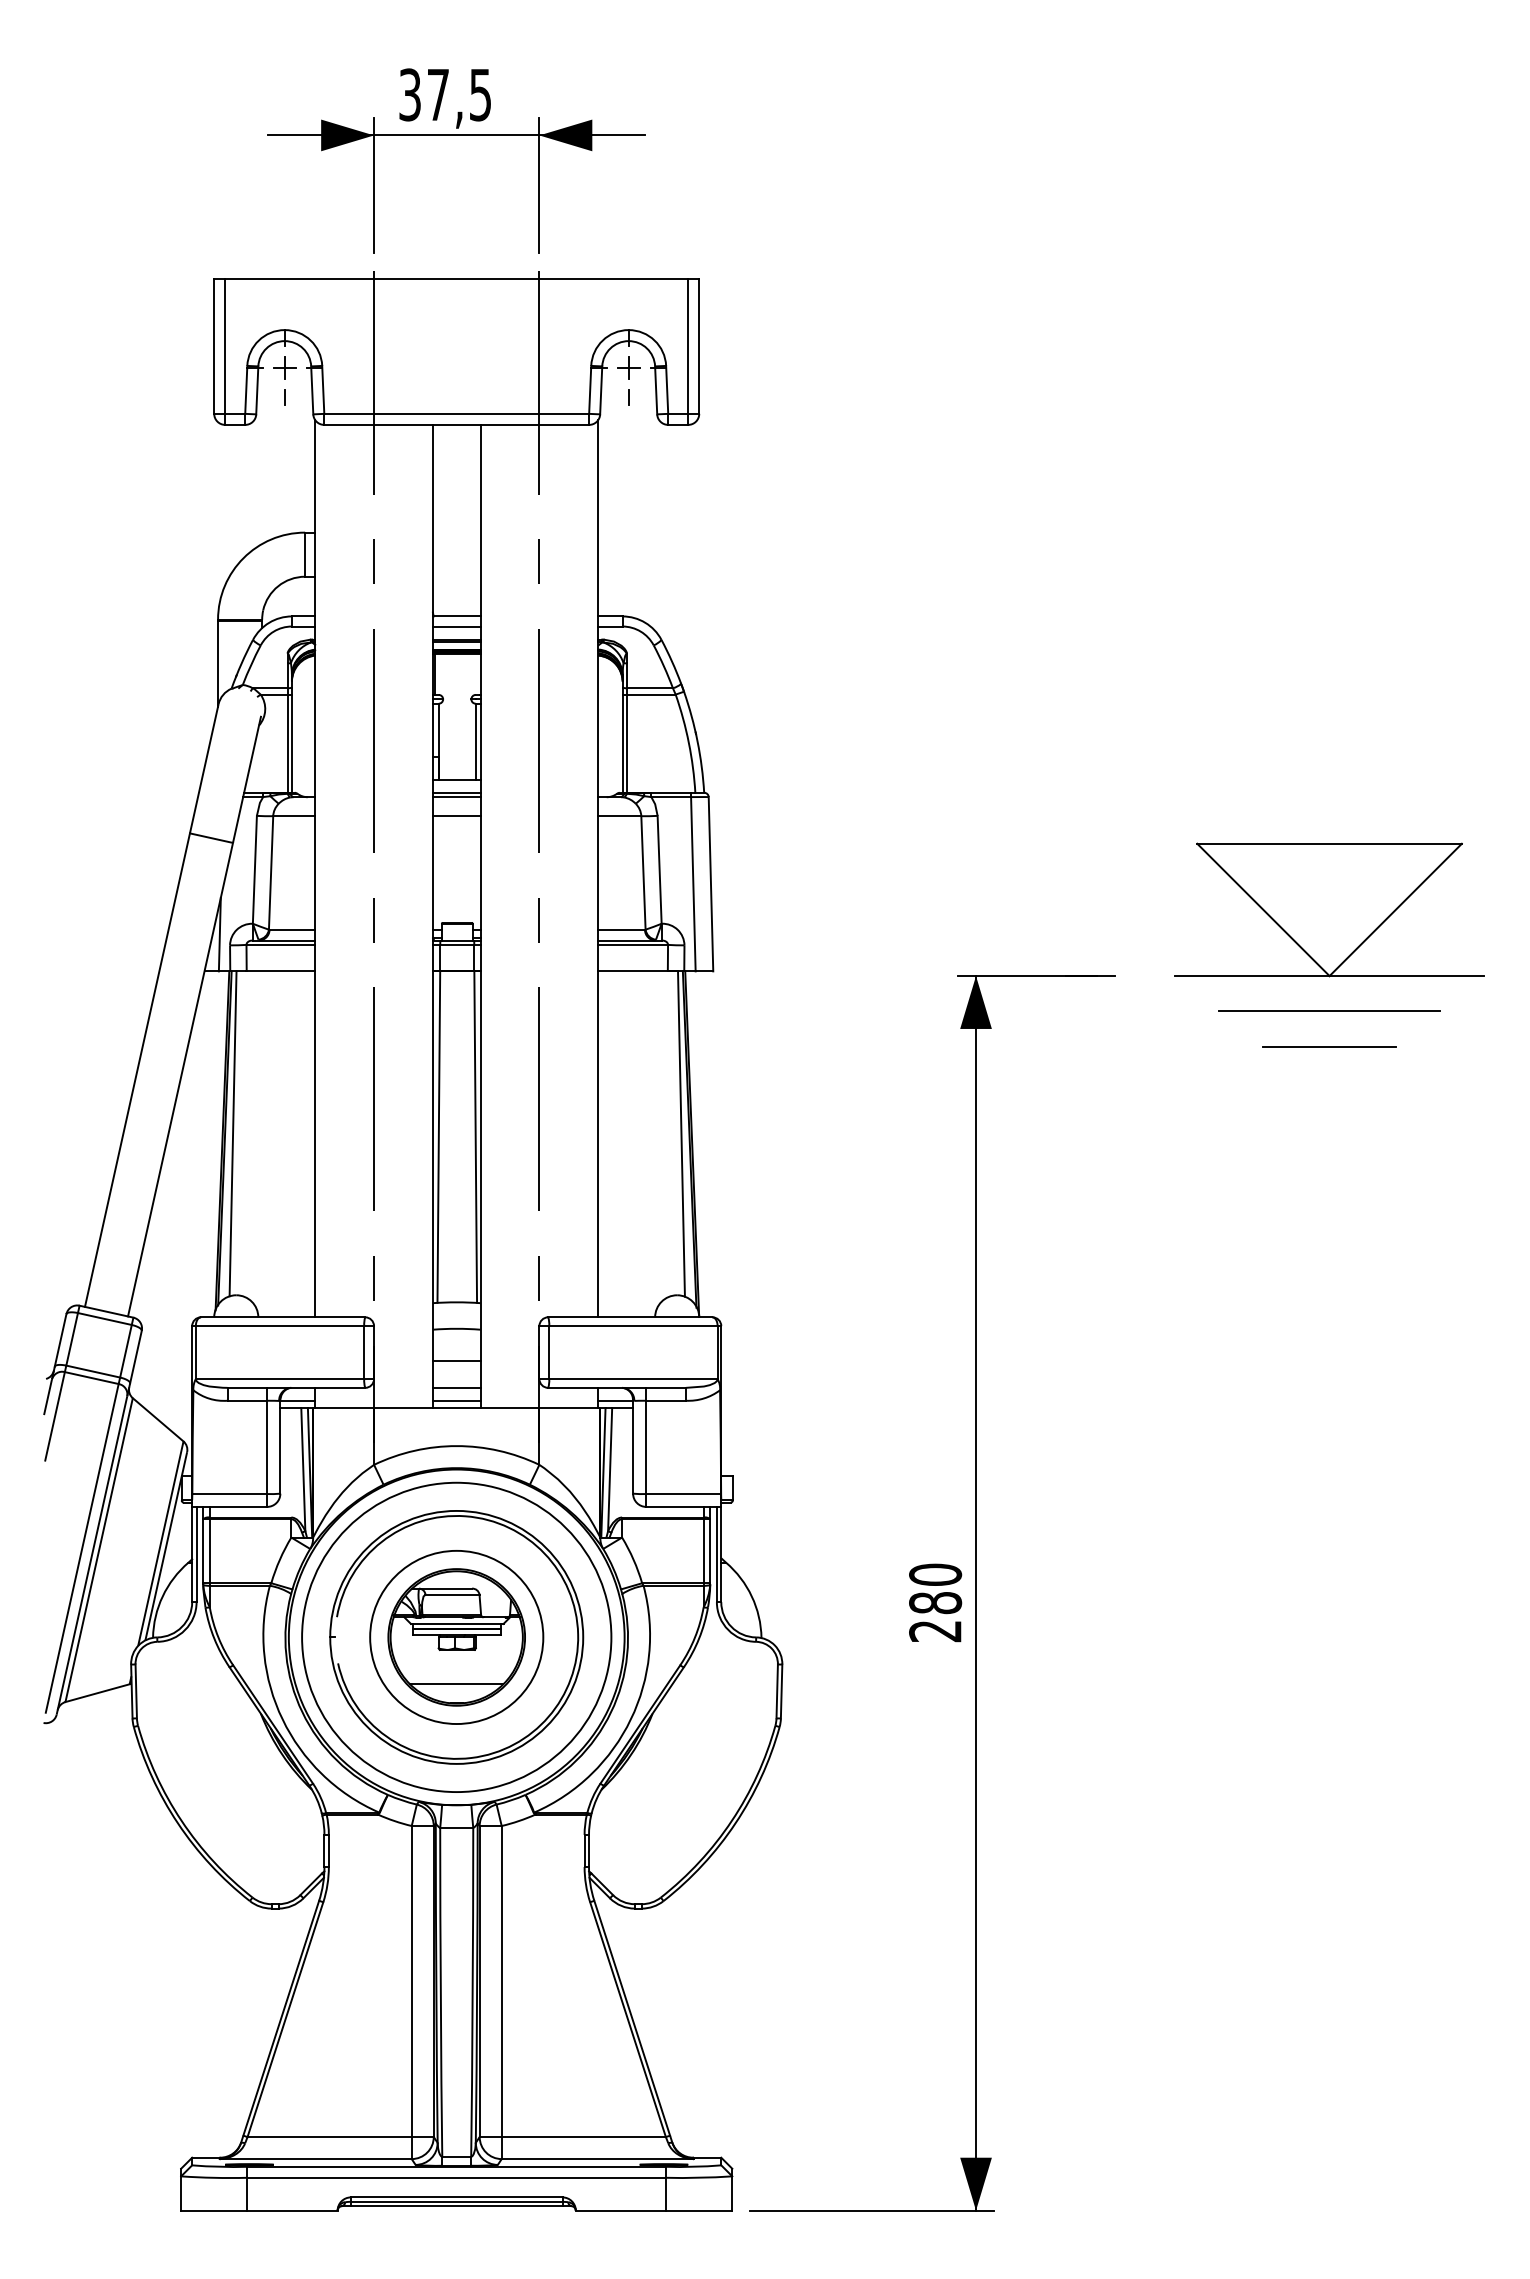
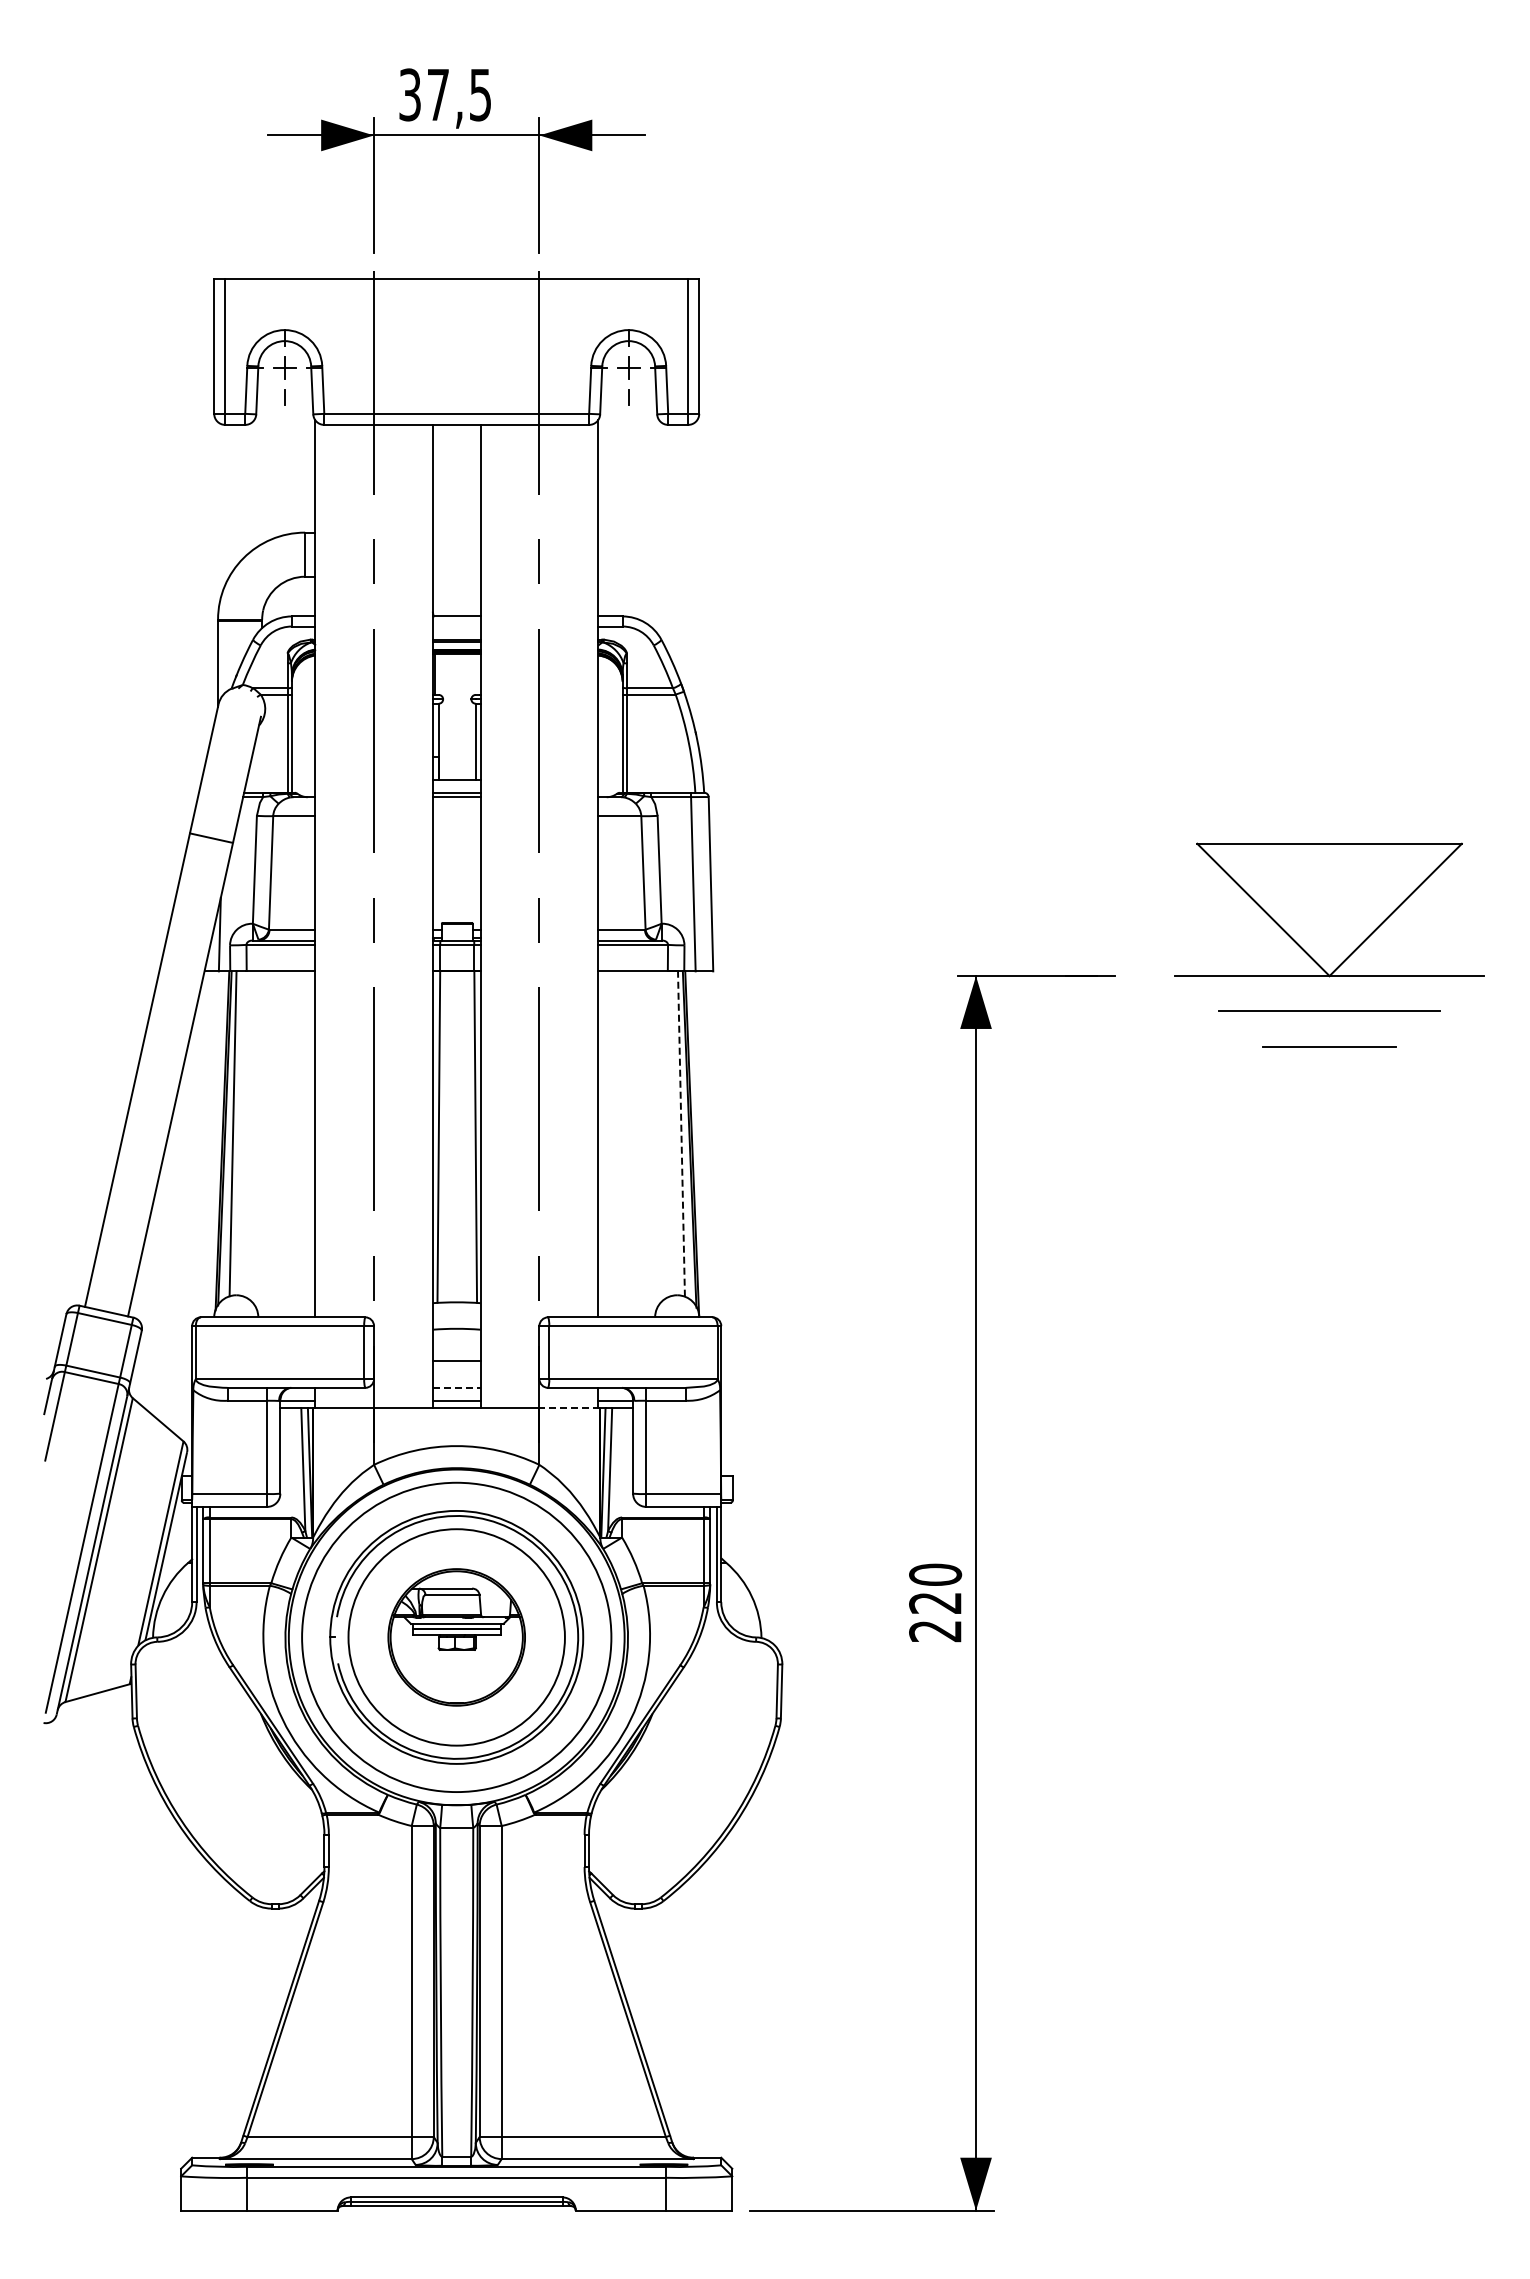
line at (456, 626): present -> none
line at (456, 816): present -> none
line at (681, 1134): solid -> dashed
line at (456, 1387): solid -> dashed
line at (569, 1408): solid -> dashed
text at (935, 1603): 280 -> 220
circle at (456, 1637) diameter: 173 px -> 216 px
line at (456, 1684): present -> none
